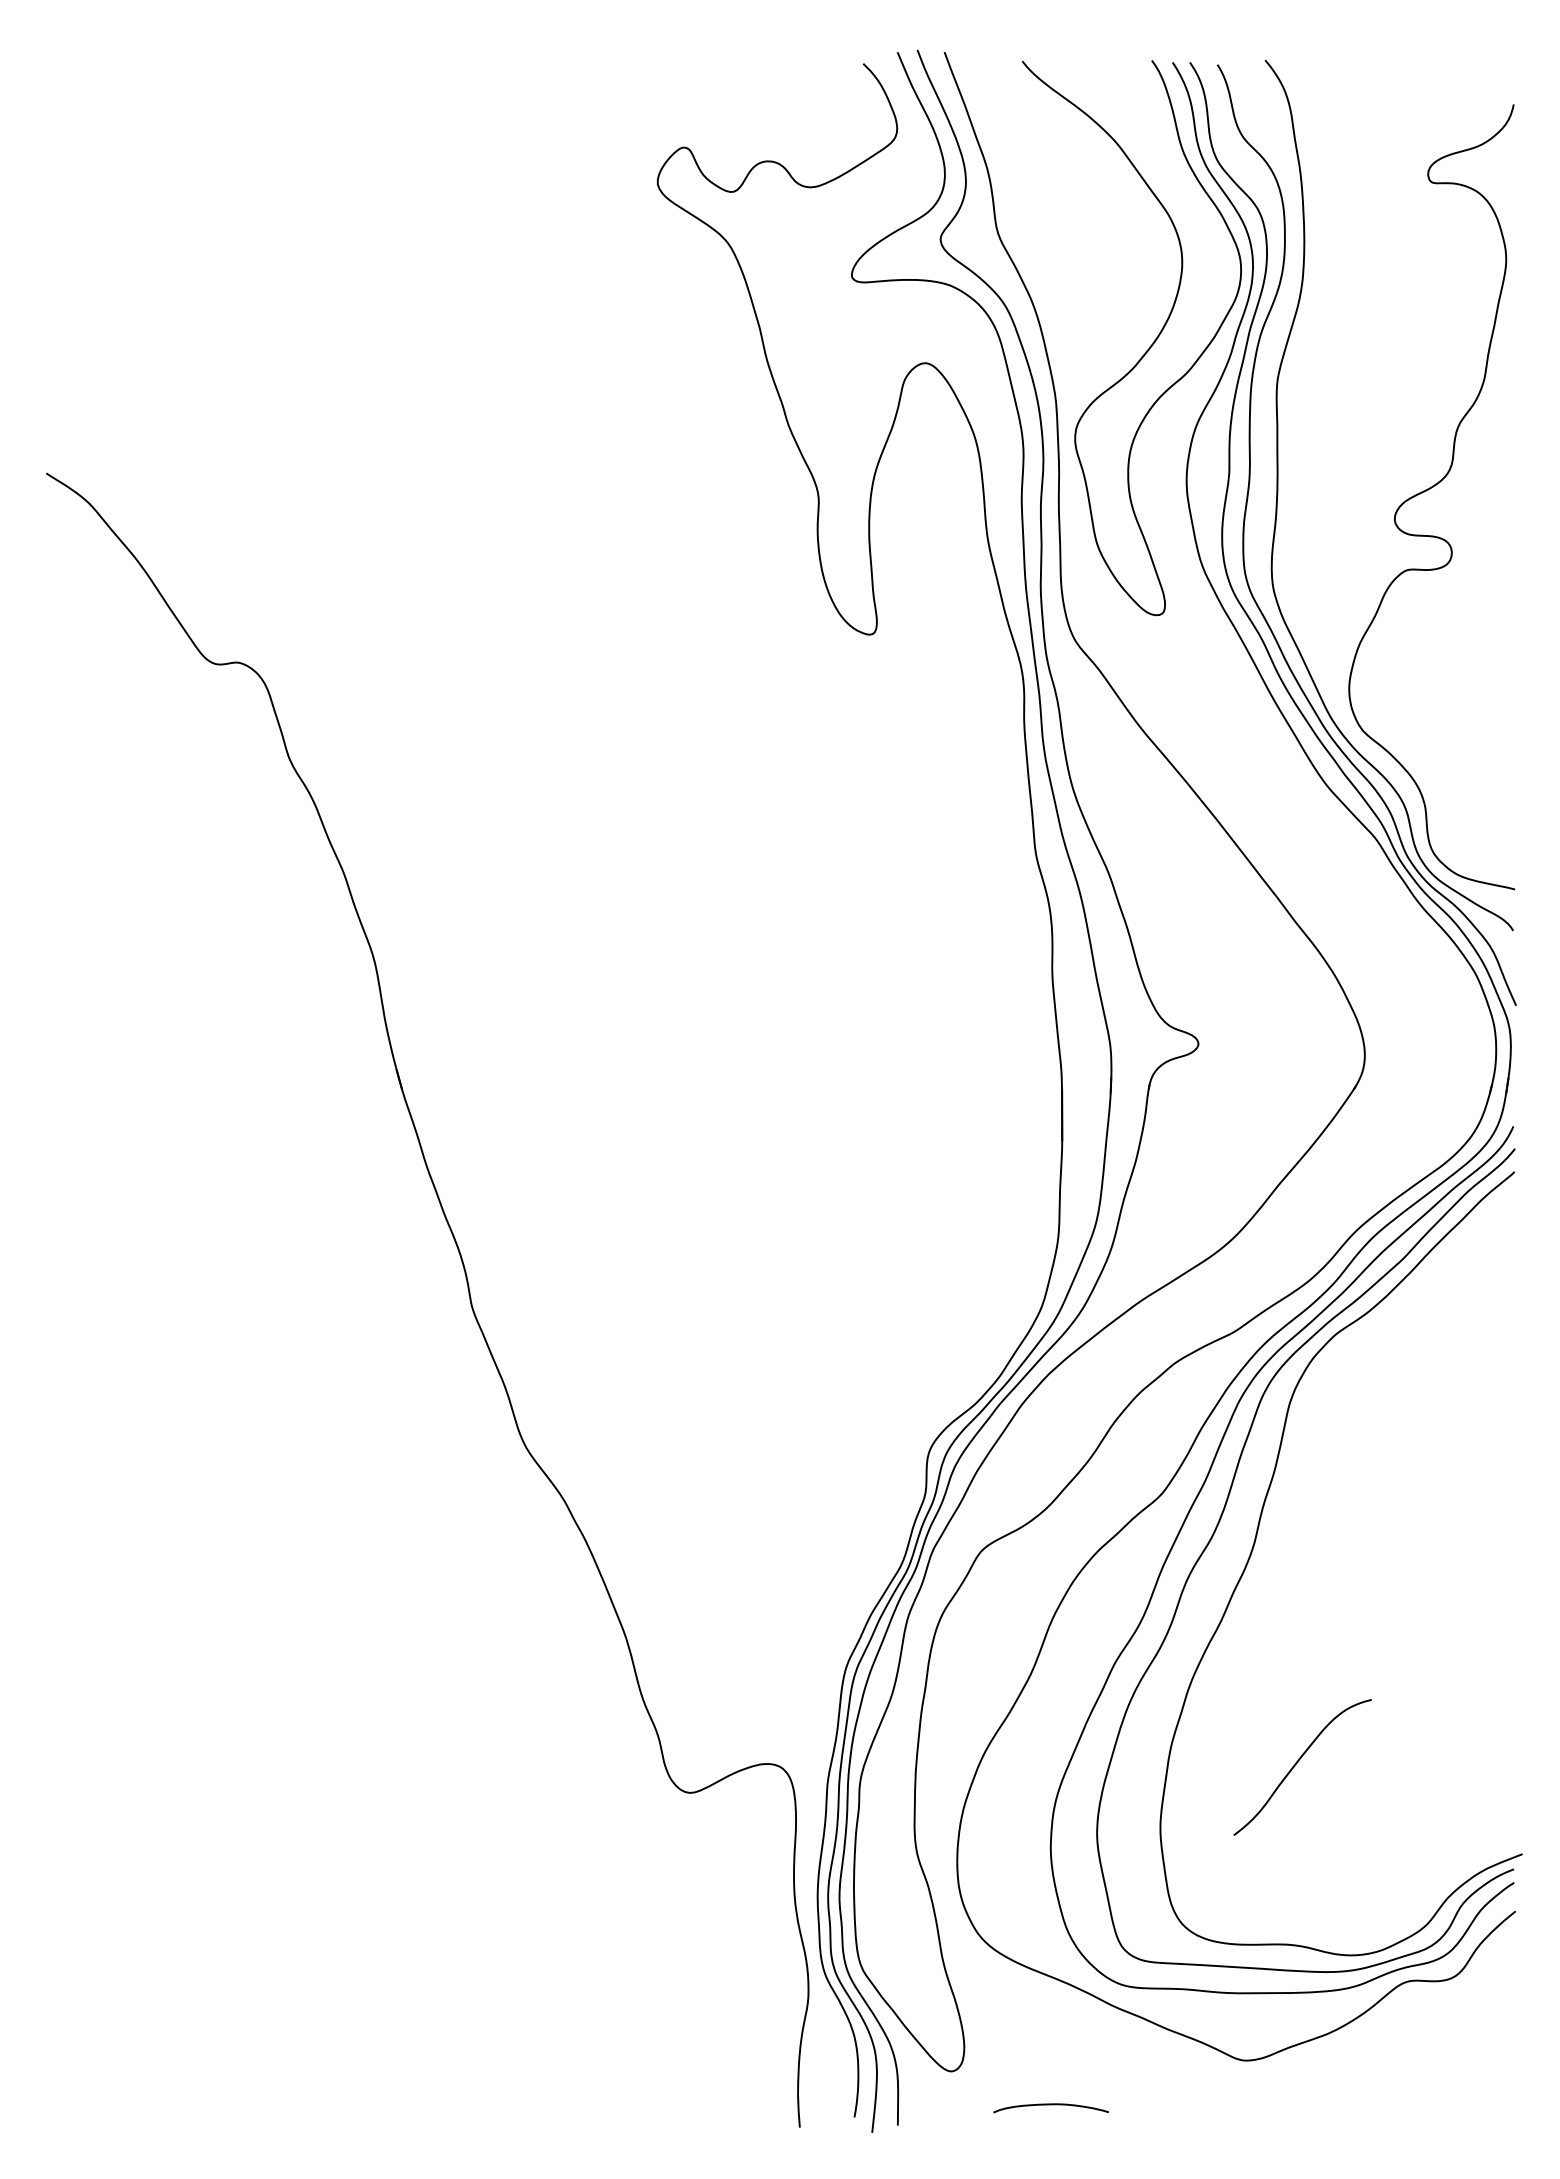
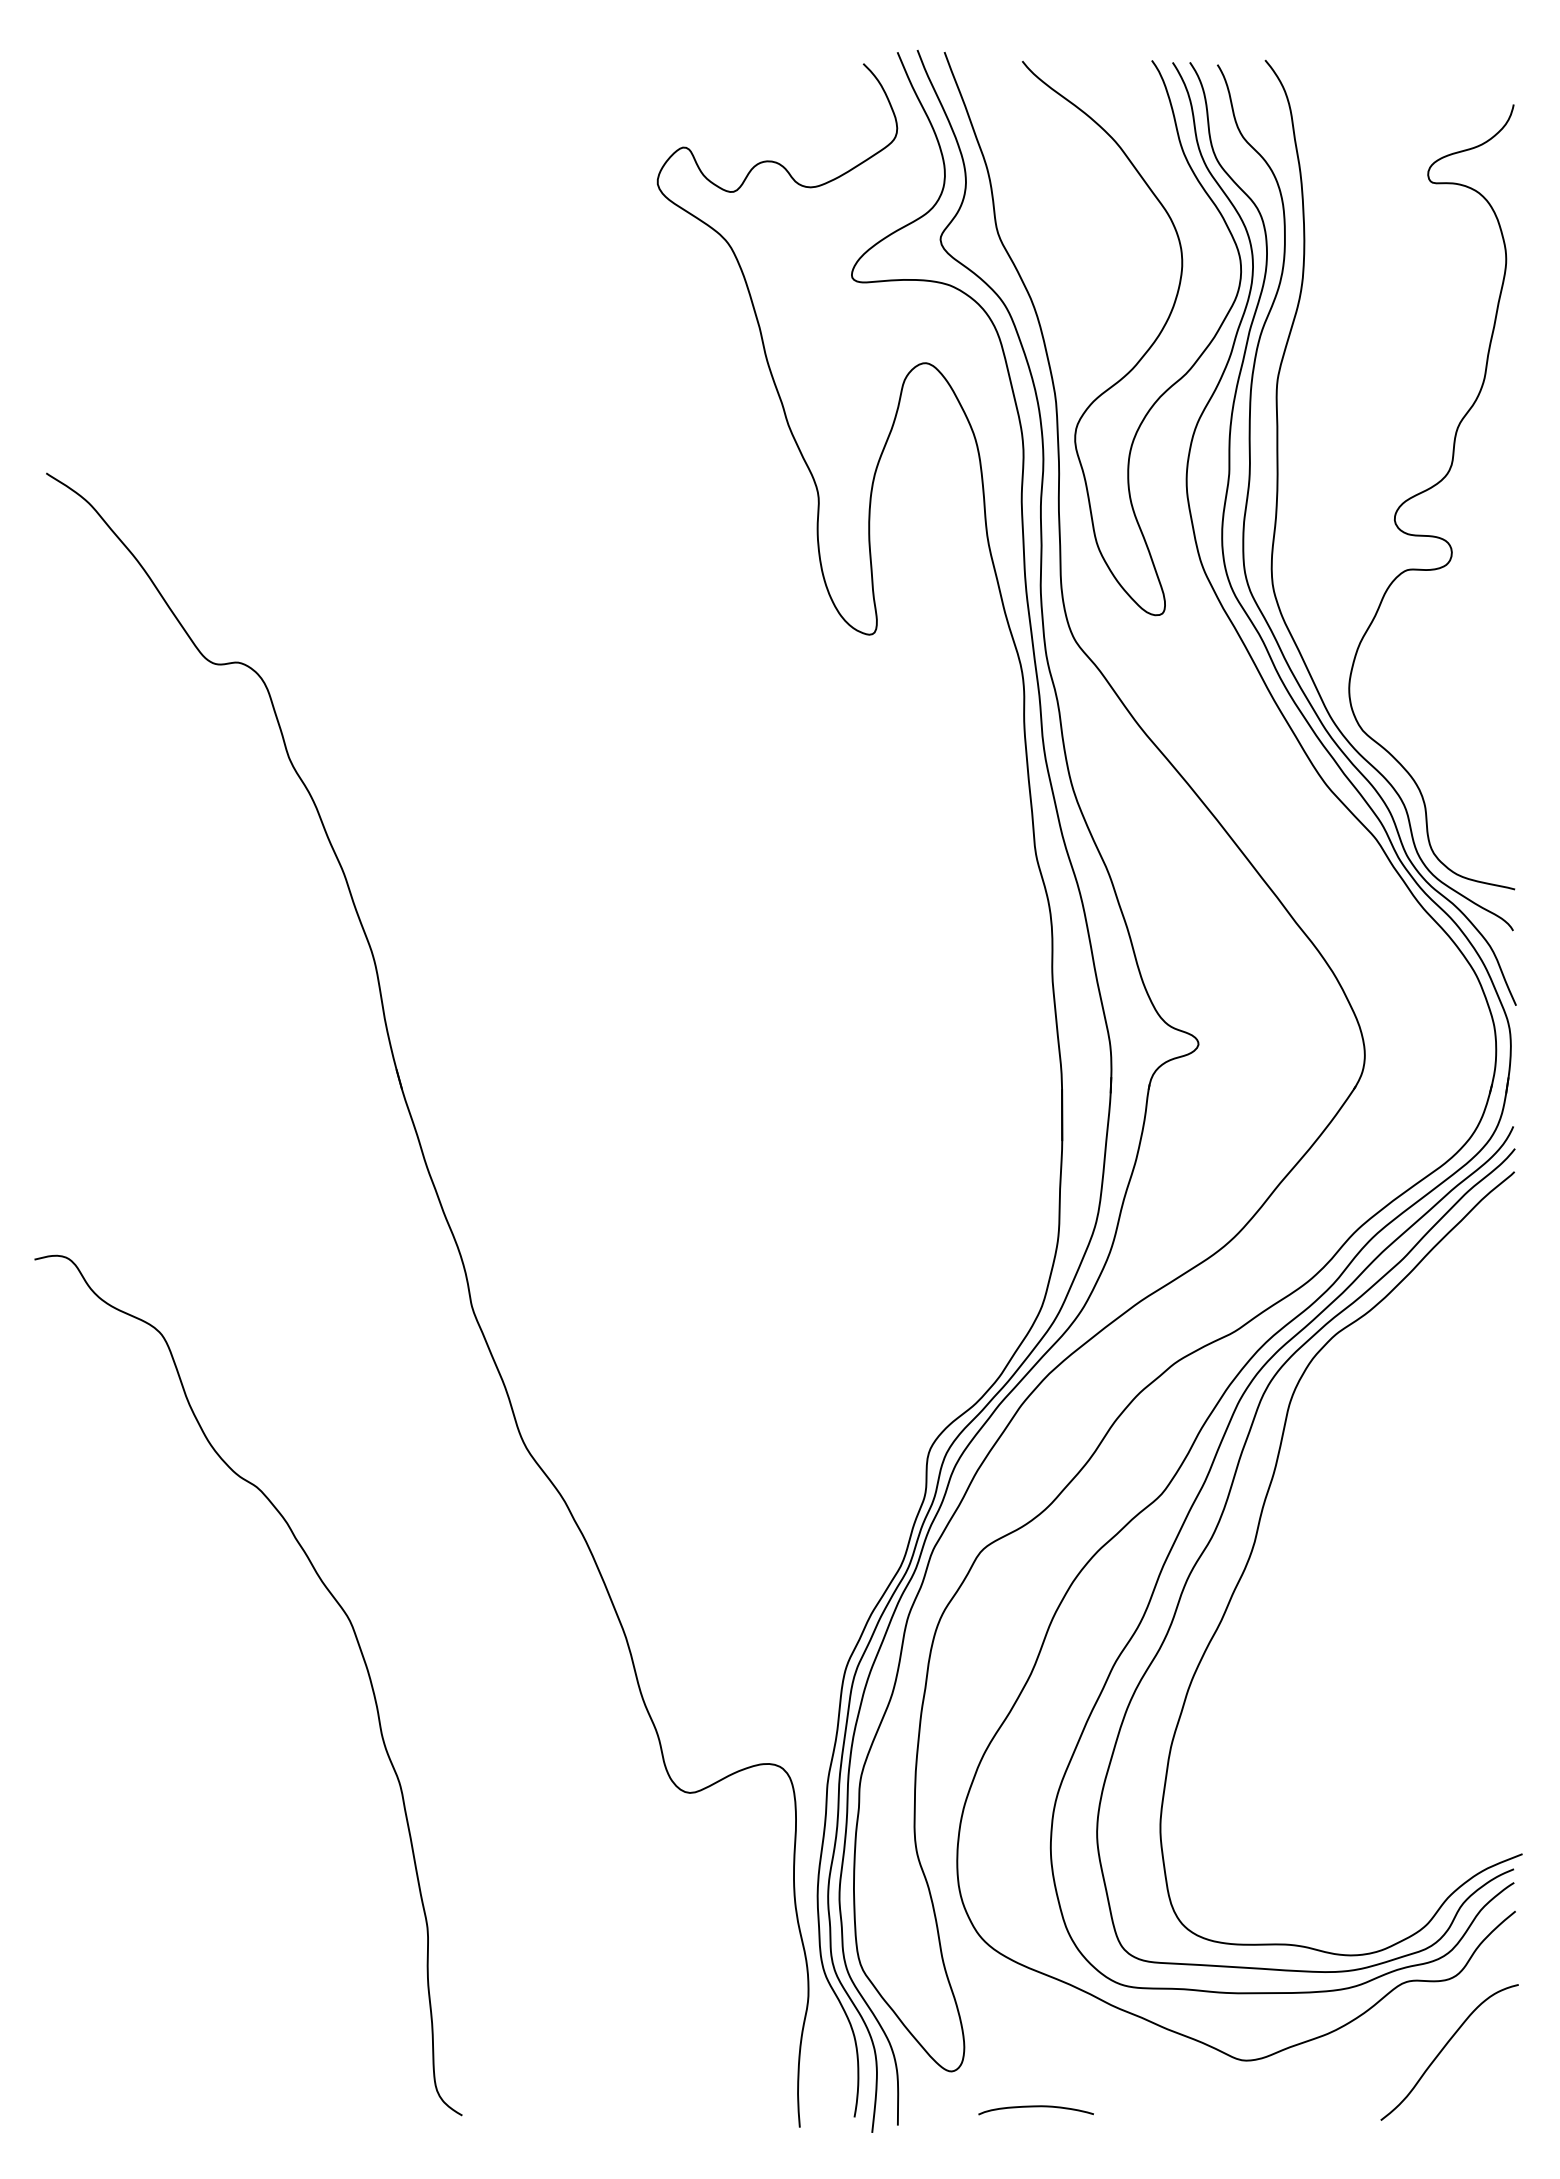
curve at (357, 1644): none -> present
curve at (1298, 1762) position: (1298, 1762) -> (1445, 2047)
curve at (1050, 2105) position: (1050, 2105) -> (1035, 2107)
